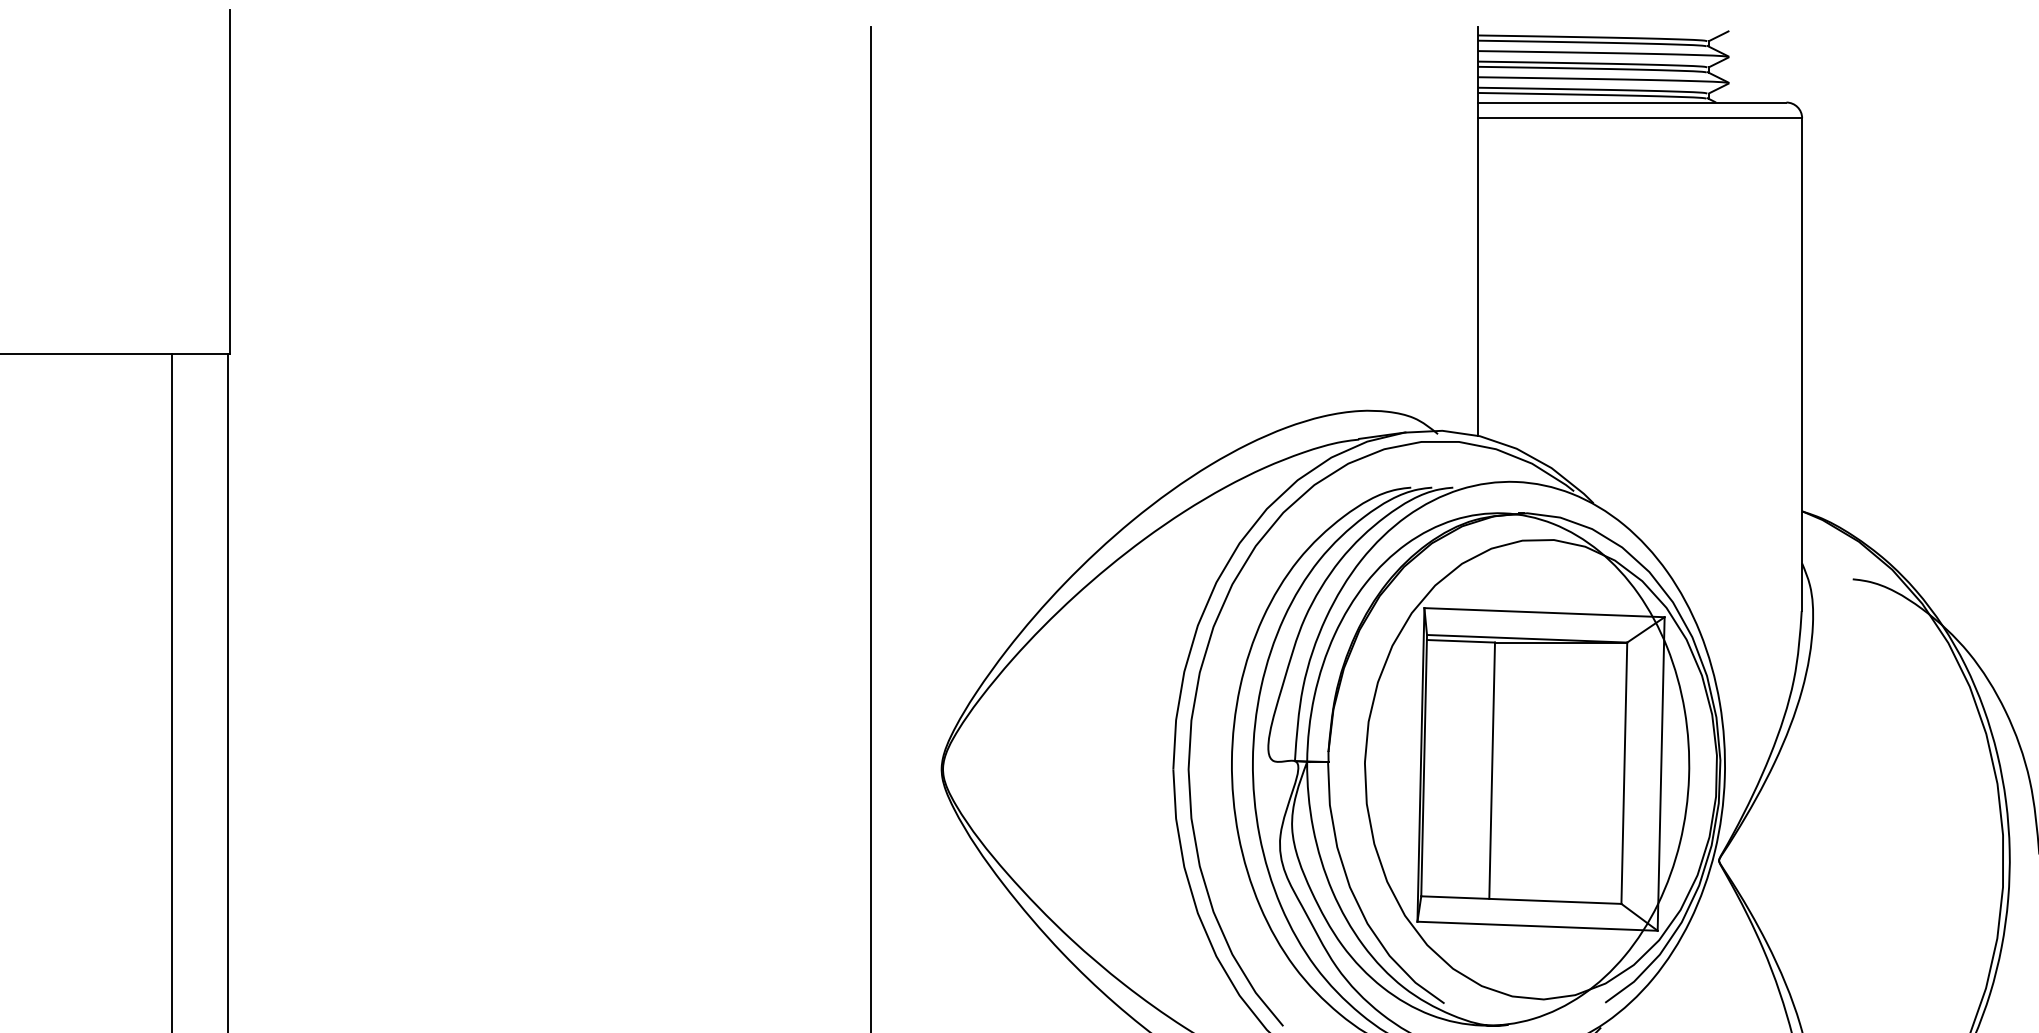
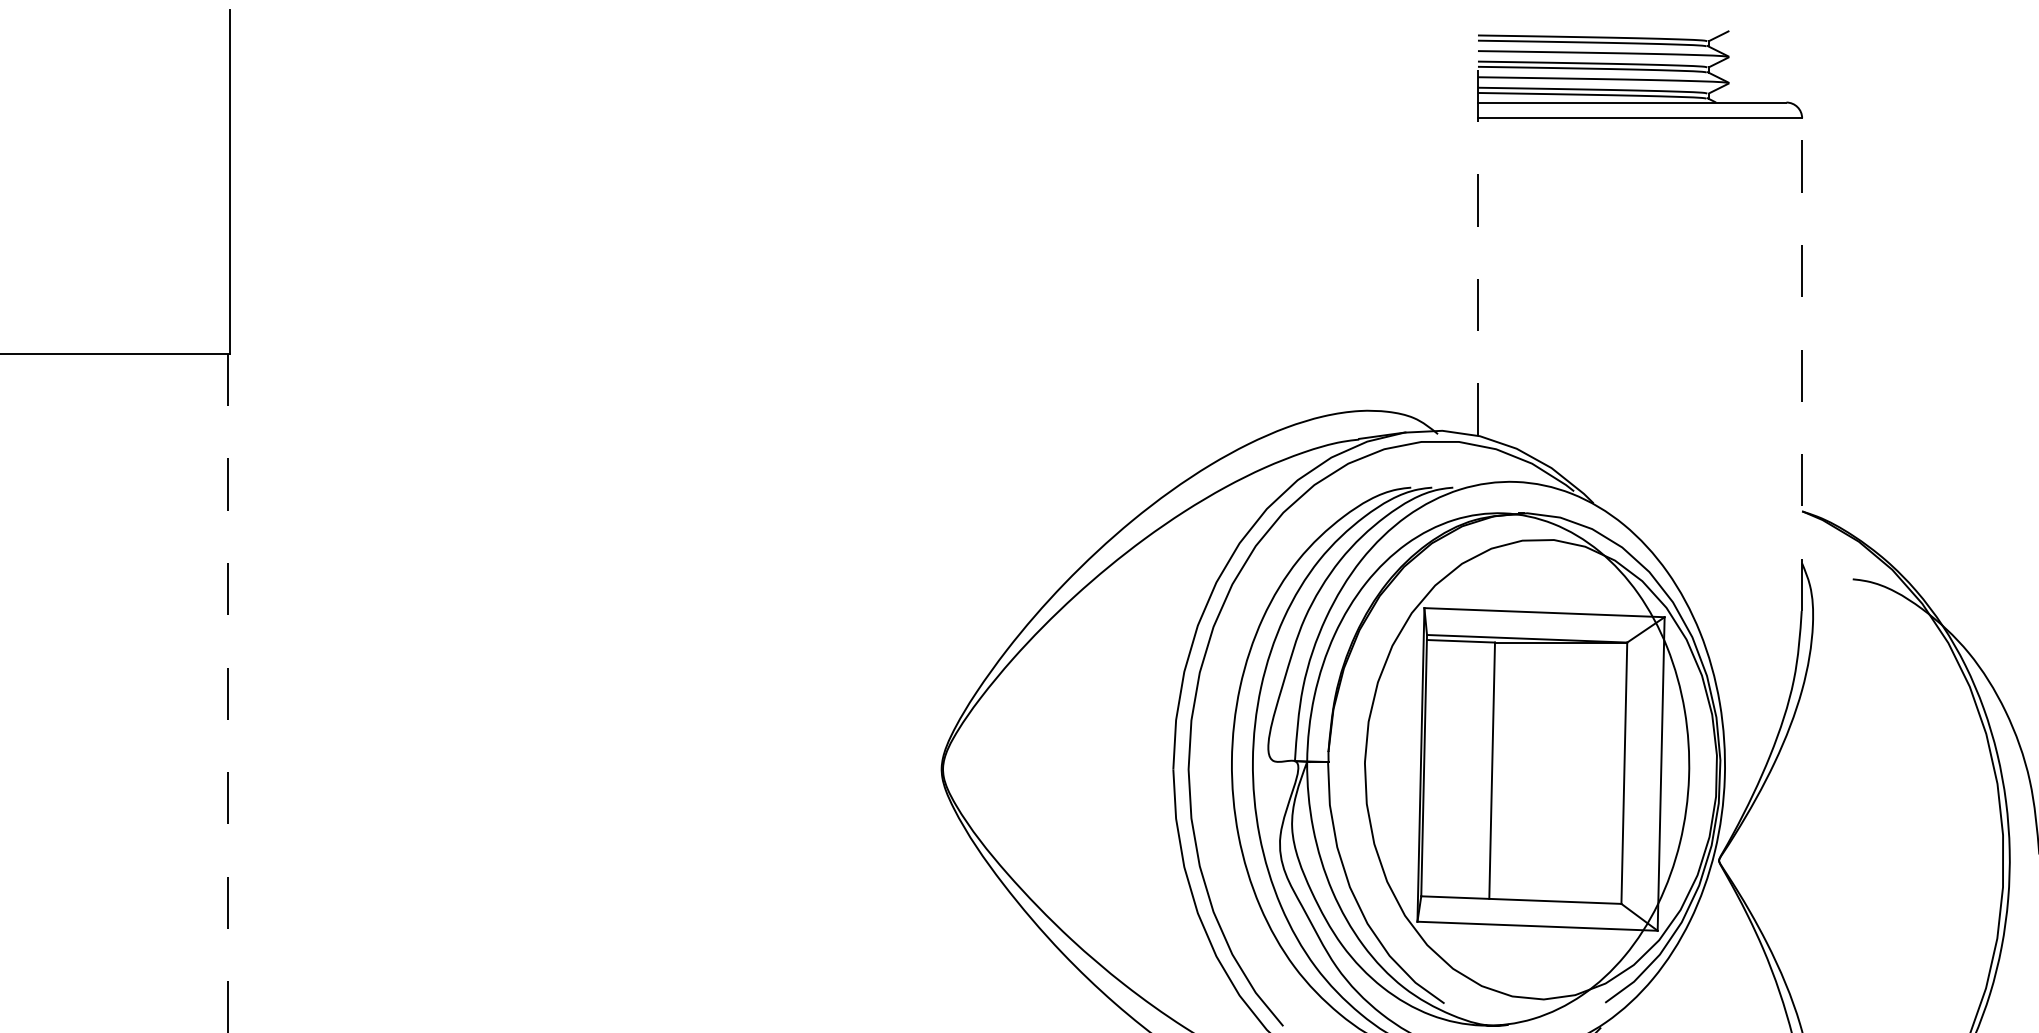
line at (1477, 230): solid -> dashed
line at (1802, 364): solid -> dashed
line at (871, 527): present -> none
line at (172, 691): present -> none
line at (228, 693): solid -> dashed
